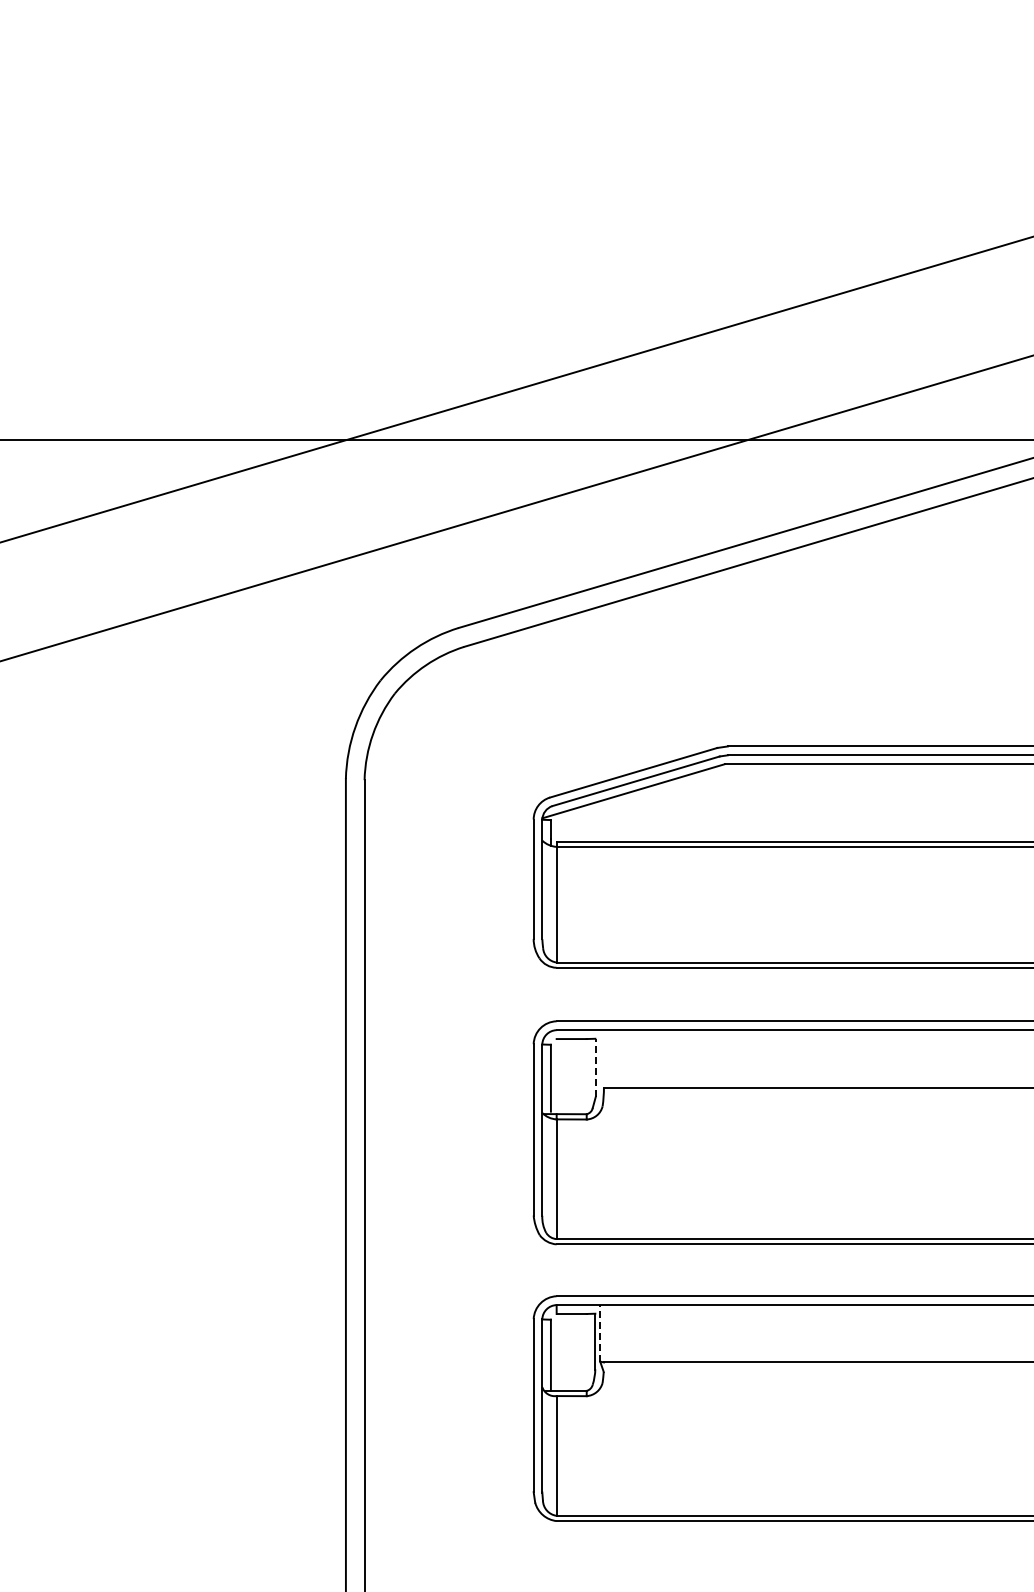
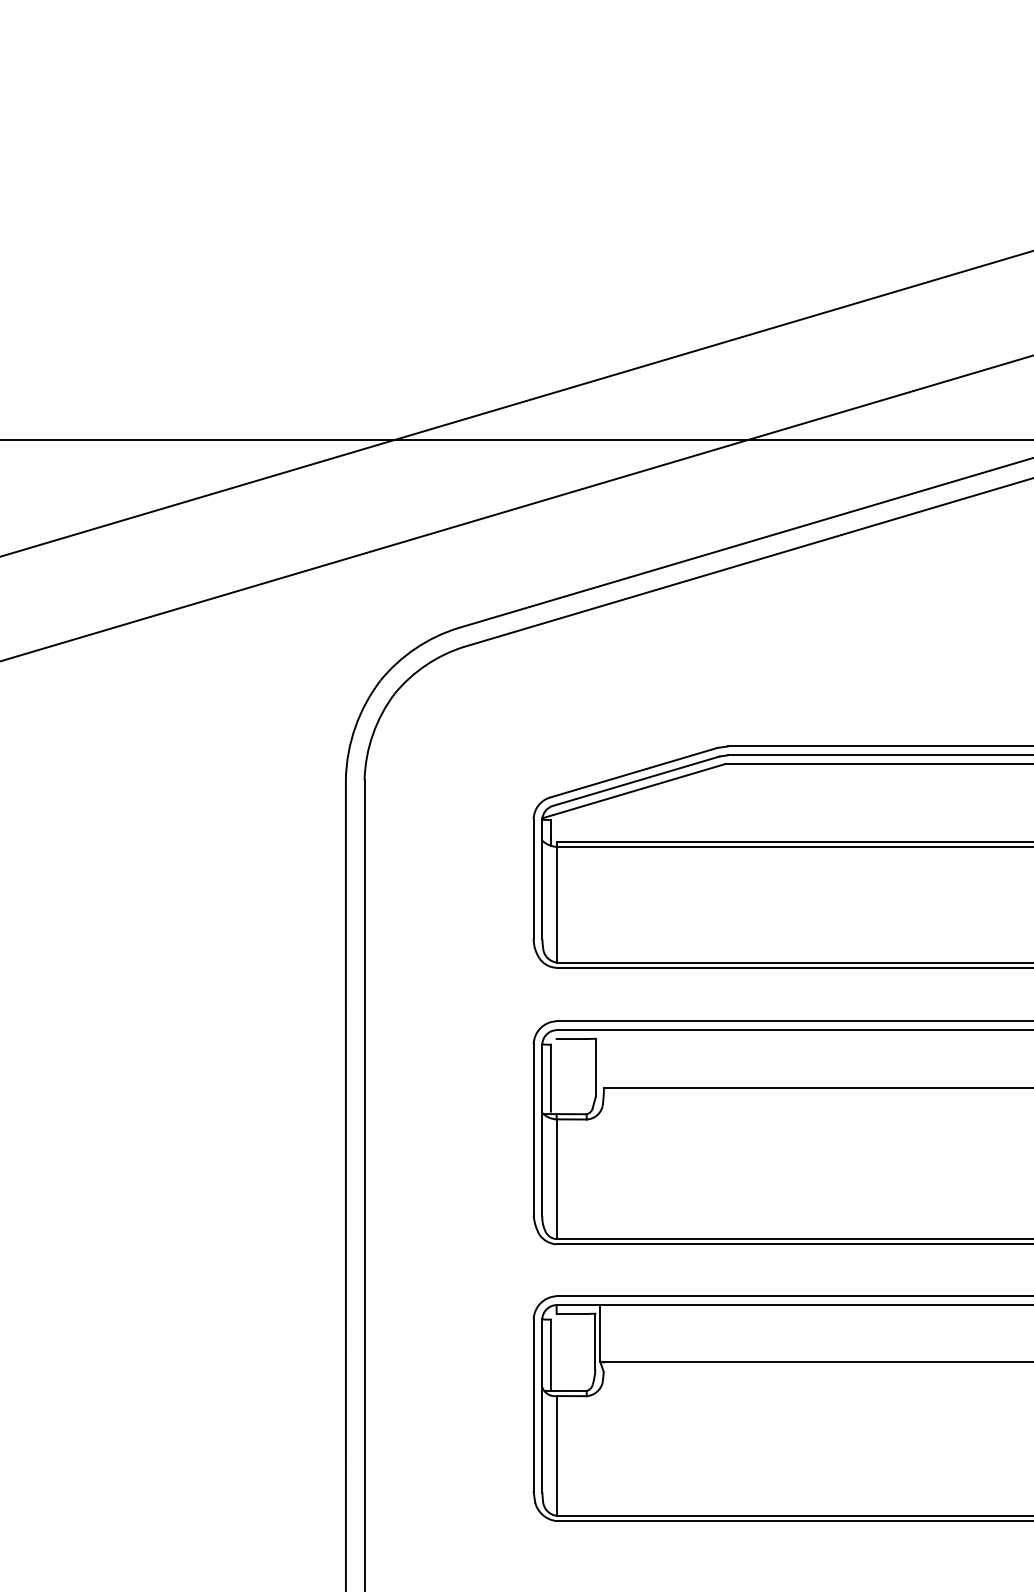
line at (516, 389) position: (516, 389) -> (516, 403)
line at (595, 1067): dashed -> solid
line at (600, 1332): dashed -> solid
